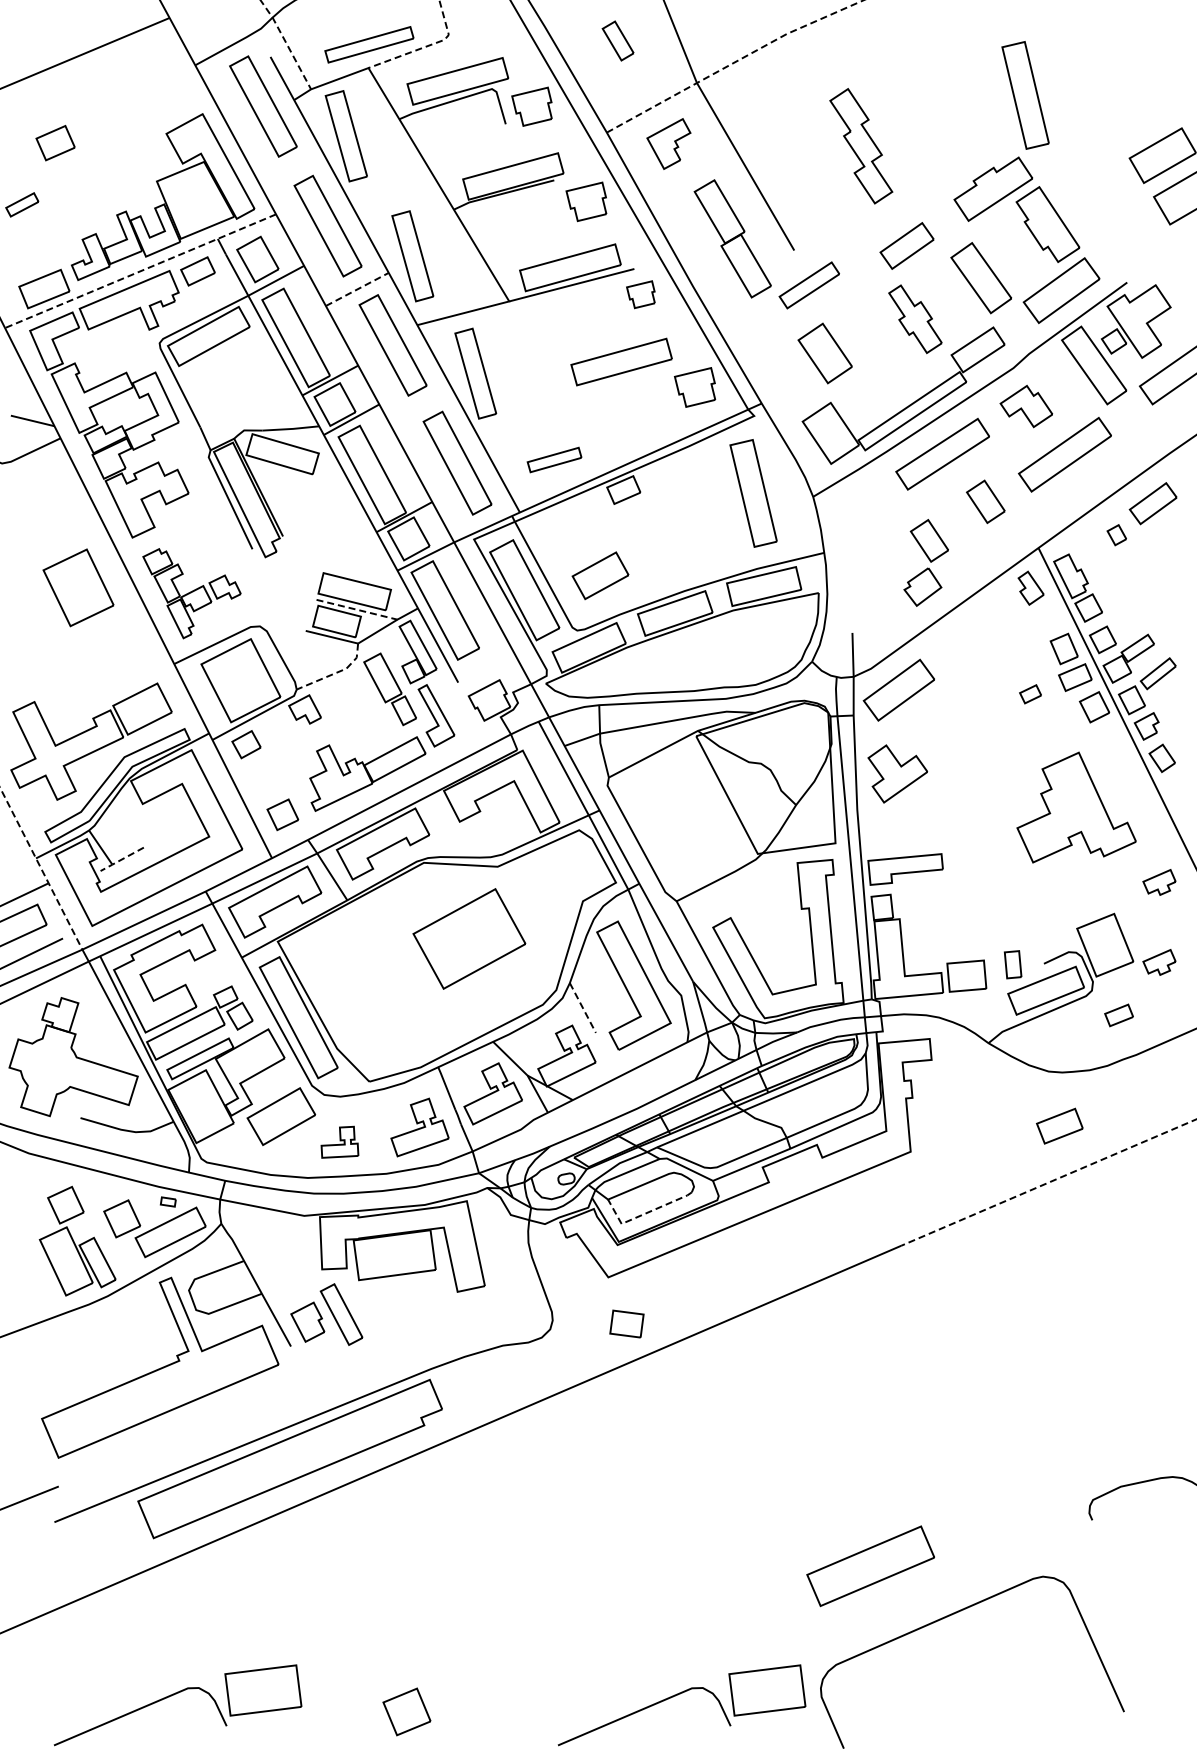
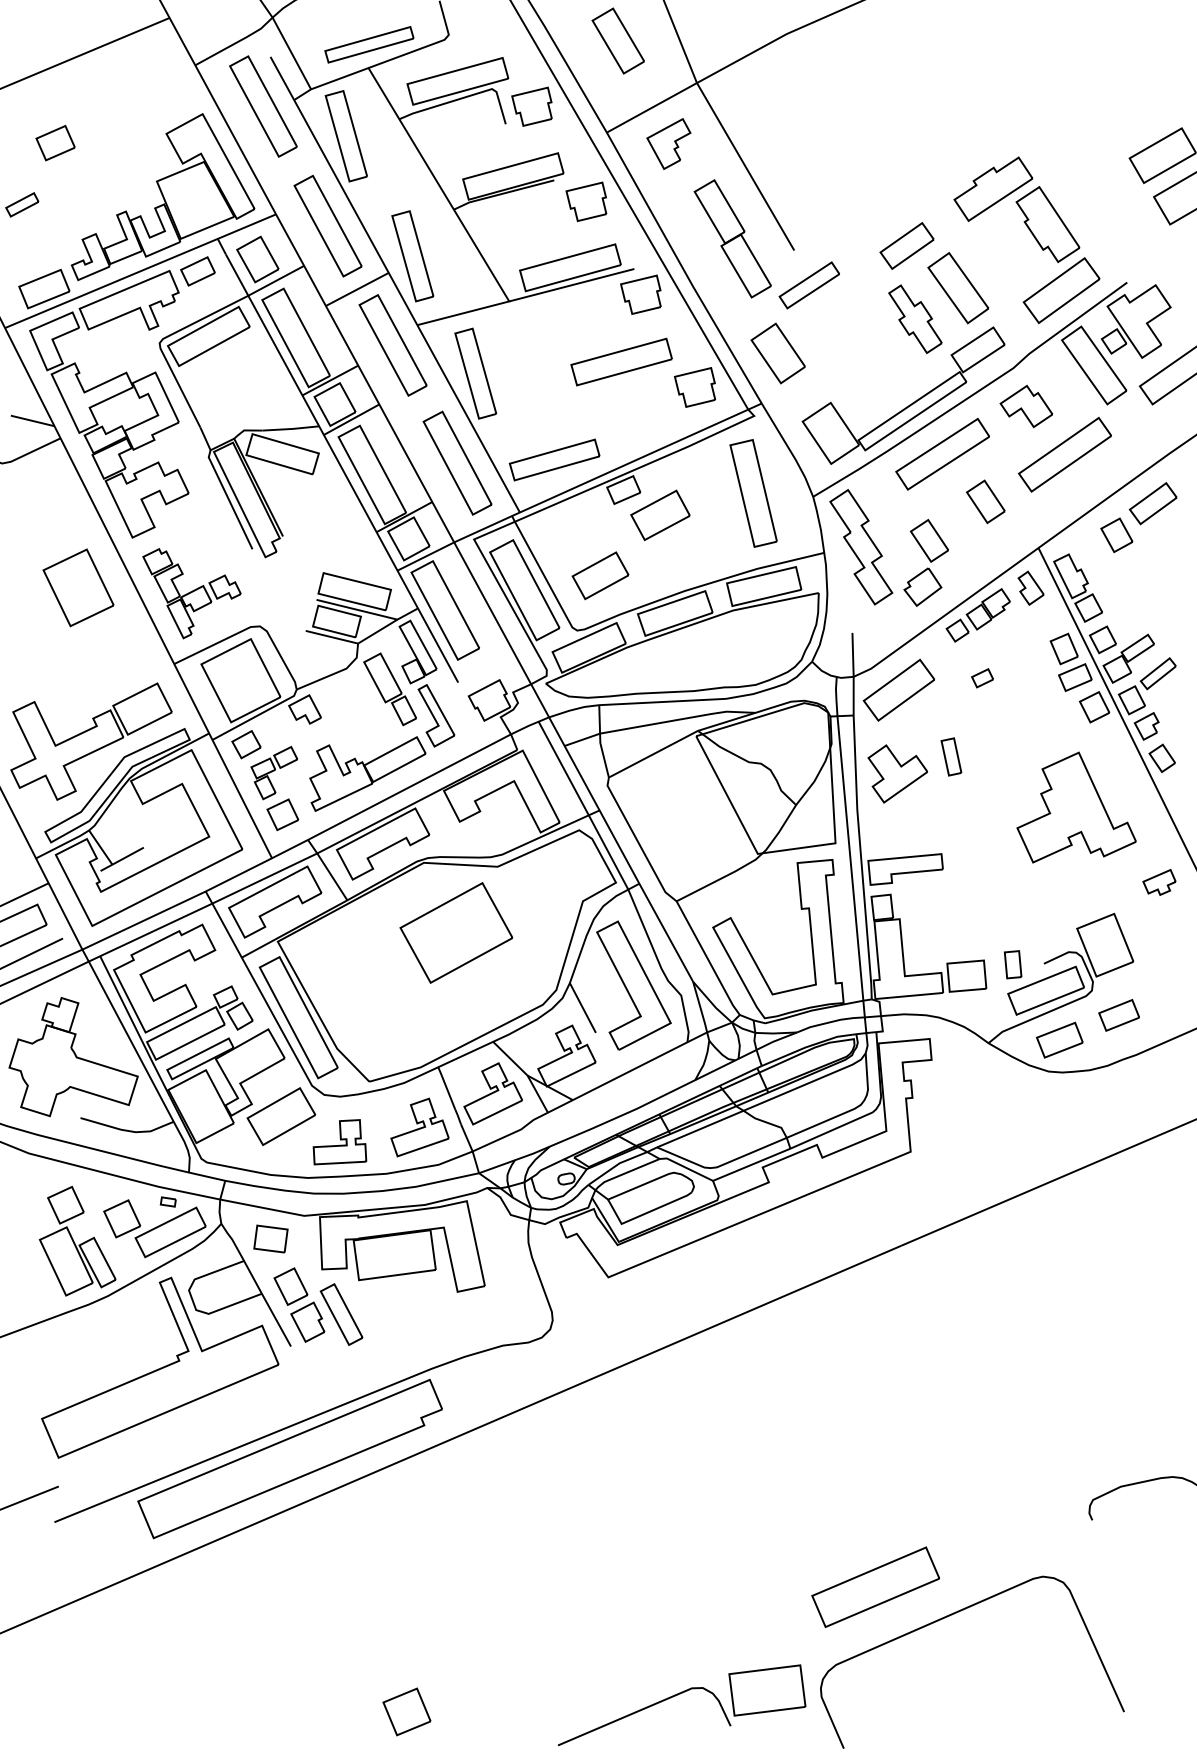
part at (617, 40) size: 34x42 px -> 54x68 px
line at (286, 43): dashed -> solid
line at (426, 46): dashed -> solid
line at (733, 63): dashed -> solid
part at (1025, 95): present -> none
part at (861, 146) position: (861, 146) -> (861, 547)
line at (141, 270): dashed -> solid
part at (981, 278) position: (981, 278) -> (958, 288)
line at (357, 289): dashed -> solid
part at (640, 294) size: 30x30 px -> 42x41 px
part at (824, 353) position: (824, 353) -> (777, 353)
part at (554, 459) size: 57x28 px -> 93x44 px
part at (660, 515): none -> present
part at (1116, 535) size: 21x23 px -> 34x36 px
line at (357, 609): dashed -> solid
part at (977, 615): none -> present
line at (335, 673): dashed -> solid
part at (1030, 694) position: (1030, 694) -> (982, 678)
part at (951, 756): none -> present
part at (274, 773): none -> present
line at (121, 859): dashed -> solid
line at (41, 869): dashed -> solid
part at (469, 938) position: (469, 938) -> (456, 932)
part at (1159, 962): present -> none
line at (583, 1008): dashed -> solid
part at (1118, 1015) size: 30x25 px -> 42x33 px
part at (1059, 1125) position: (1059, 1125) -> (1059, 1039)
part at (339, 1141) size: 40x34 px -> 56x47 px
line at (1049, 1182): dashed -> solid
line at (644, 1214): dashed -> solid
part at (290, 1286): none -> present
part at (626, 1323) position: (626, 1323) -> (270, 1238)
part at (870, 1566) position: (870, 1566) -> (875, 1587)
part at (174, 1695): present -> none
